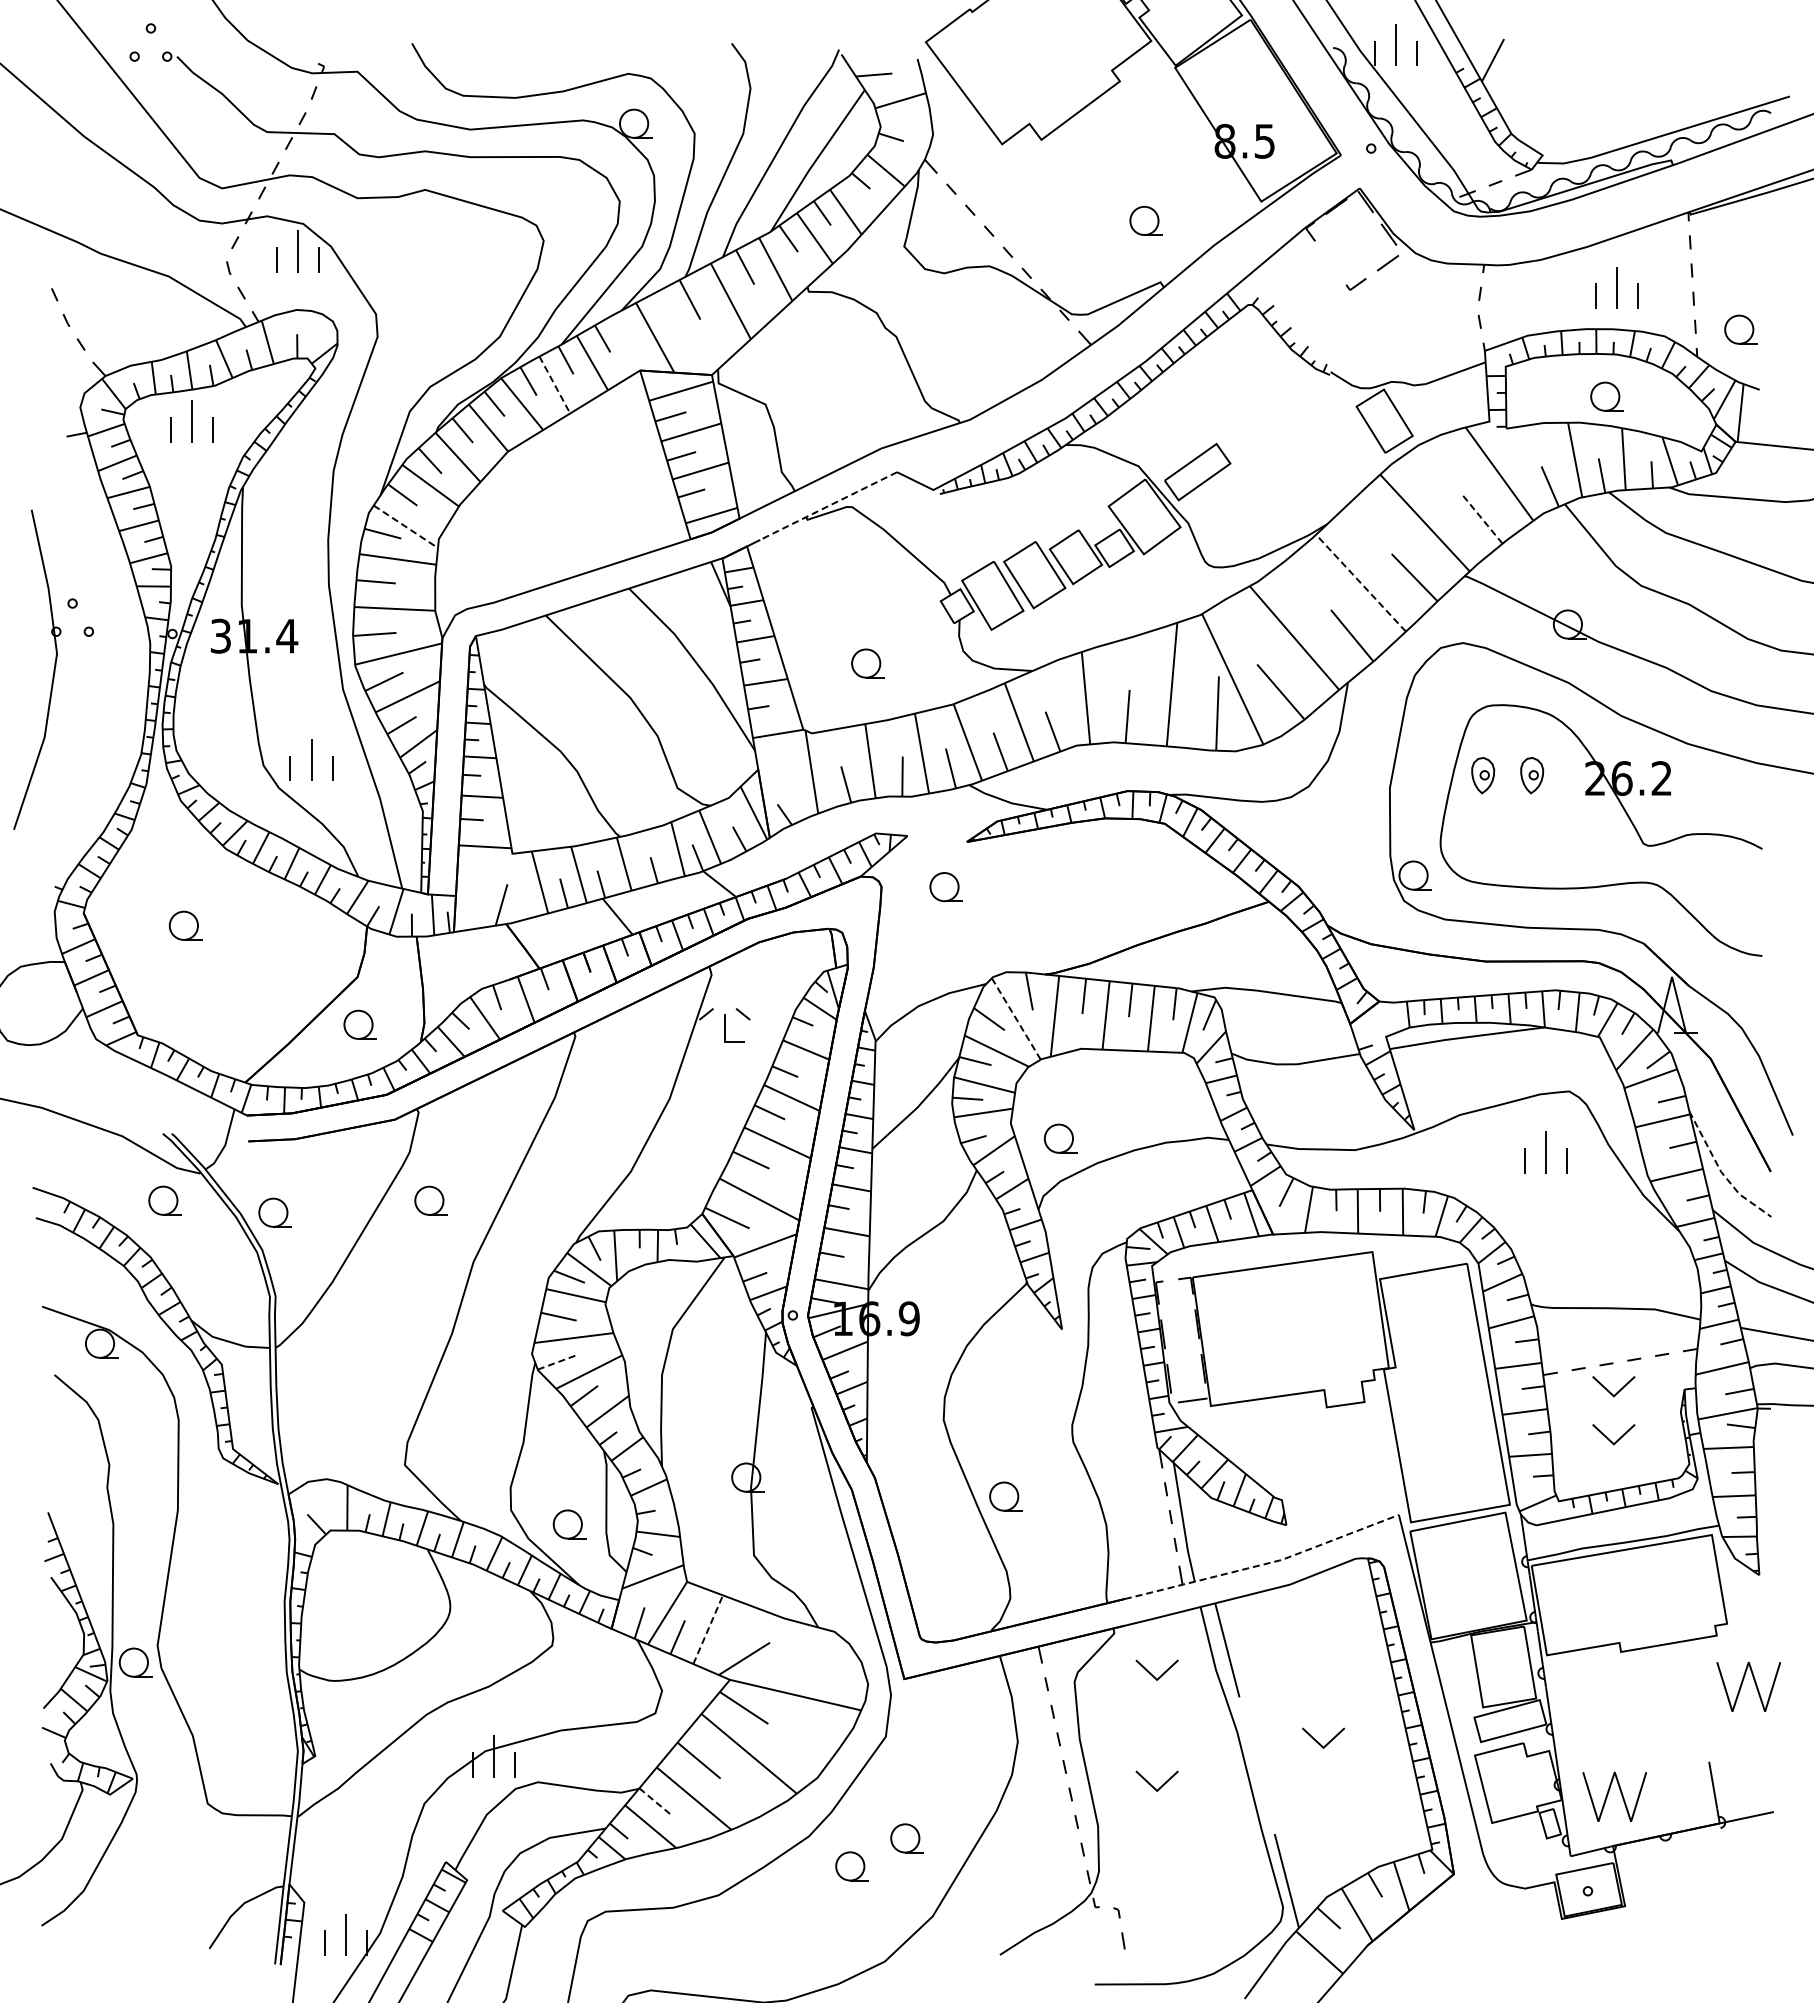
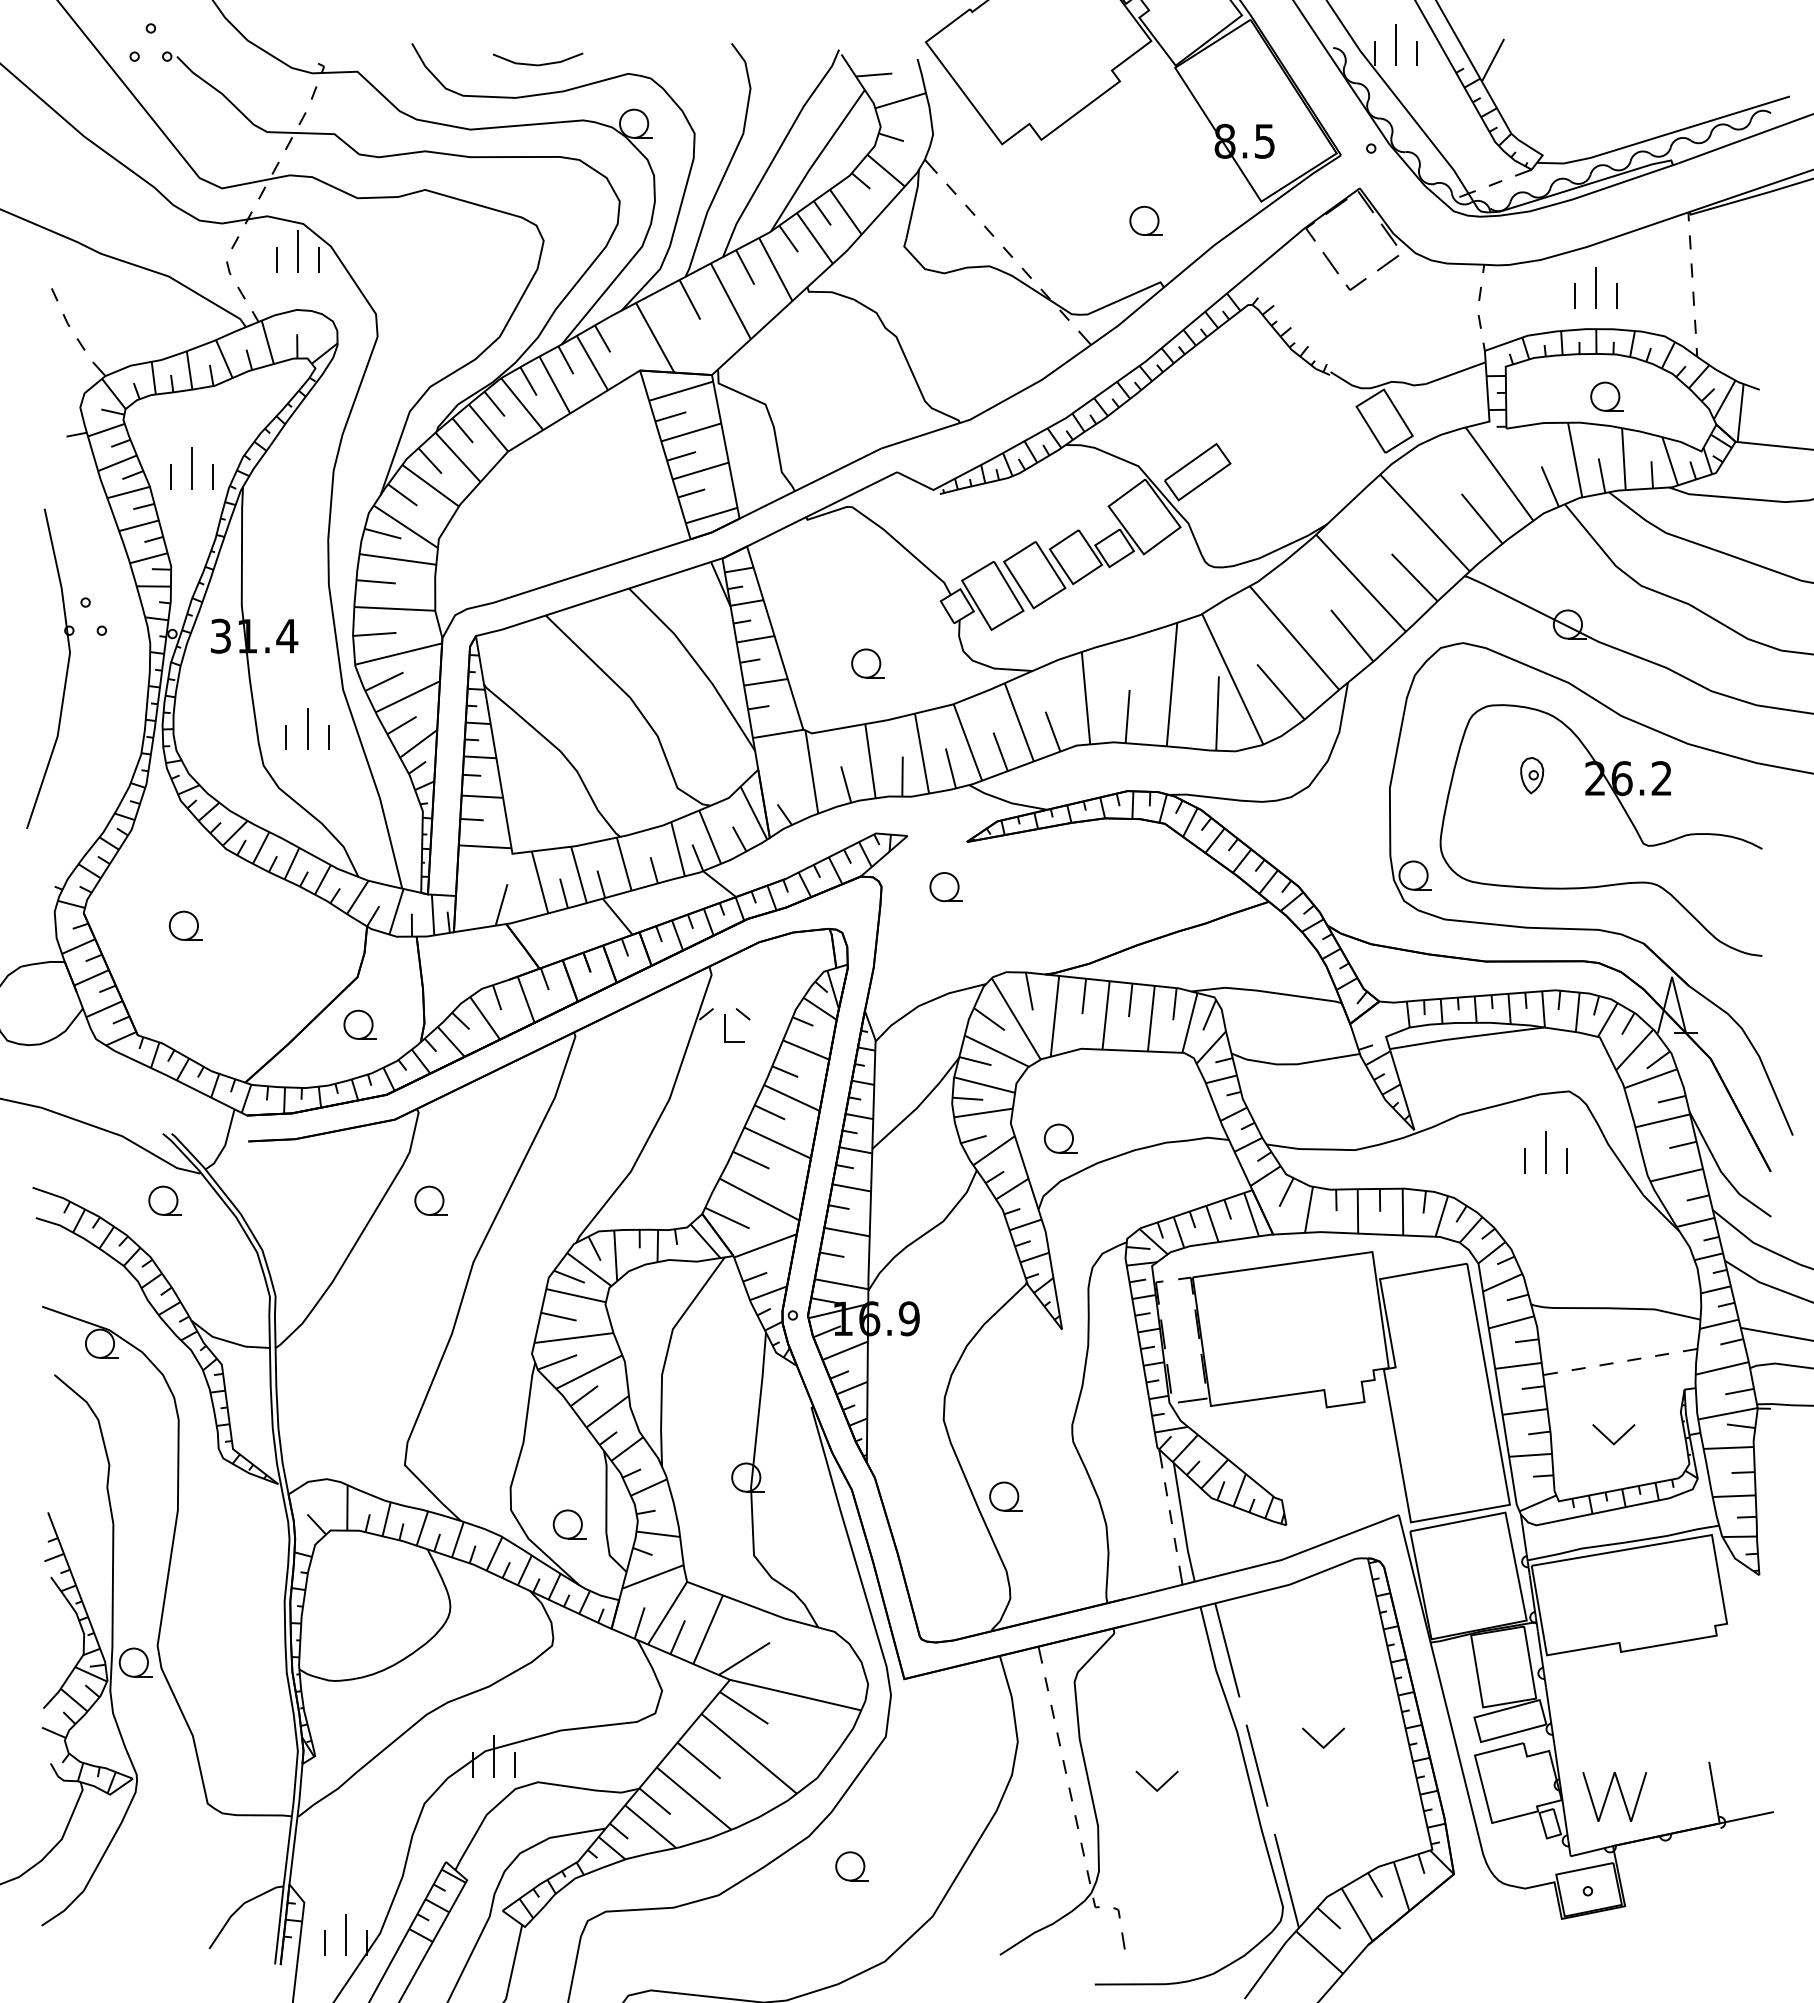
line at (537, 64): none -> present
line at (1330, 262): none -> present
part at (1616, 287) position: (1616, 287) -> (1595, 287)
part at (1740, 329): present -> none
line at (555, 385): dashed -> solid
part at (191, 421) position: (191, 421) -> (191, 468)
line at (828, 506): dashed -> solid
line at (1481, 518): dashed -> solid
line at (406, 527): dashed -> solid
line at (1360, 582): dashed -> solid
part at (53, 669) position: (53, 669) -> (66, 668)
part at (311, 759) position: (311, 759) -> (307, 728)
part at (1483, 775): present -> none
line at (1016, 1019): dashed -> solid
line at (1721, 1171): dashed -> solid
part at (274, 1212): present -> none
line at (557, 1362): dashed -> solid
part at (1613, 1386): present -> none
line at (1264, 1564): dashed -> solid
line at (708, 1629): dashed -> solid
part at (1151, 1673): present -> none
part at (1742, 1685): present -> none
line at (1256, 1765): none -> present
line at (655, 1801): dashed -> solid
part at (906, 1838): present -> none
